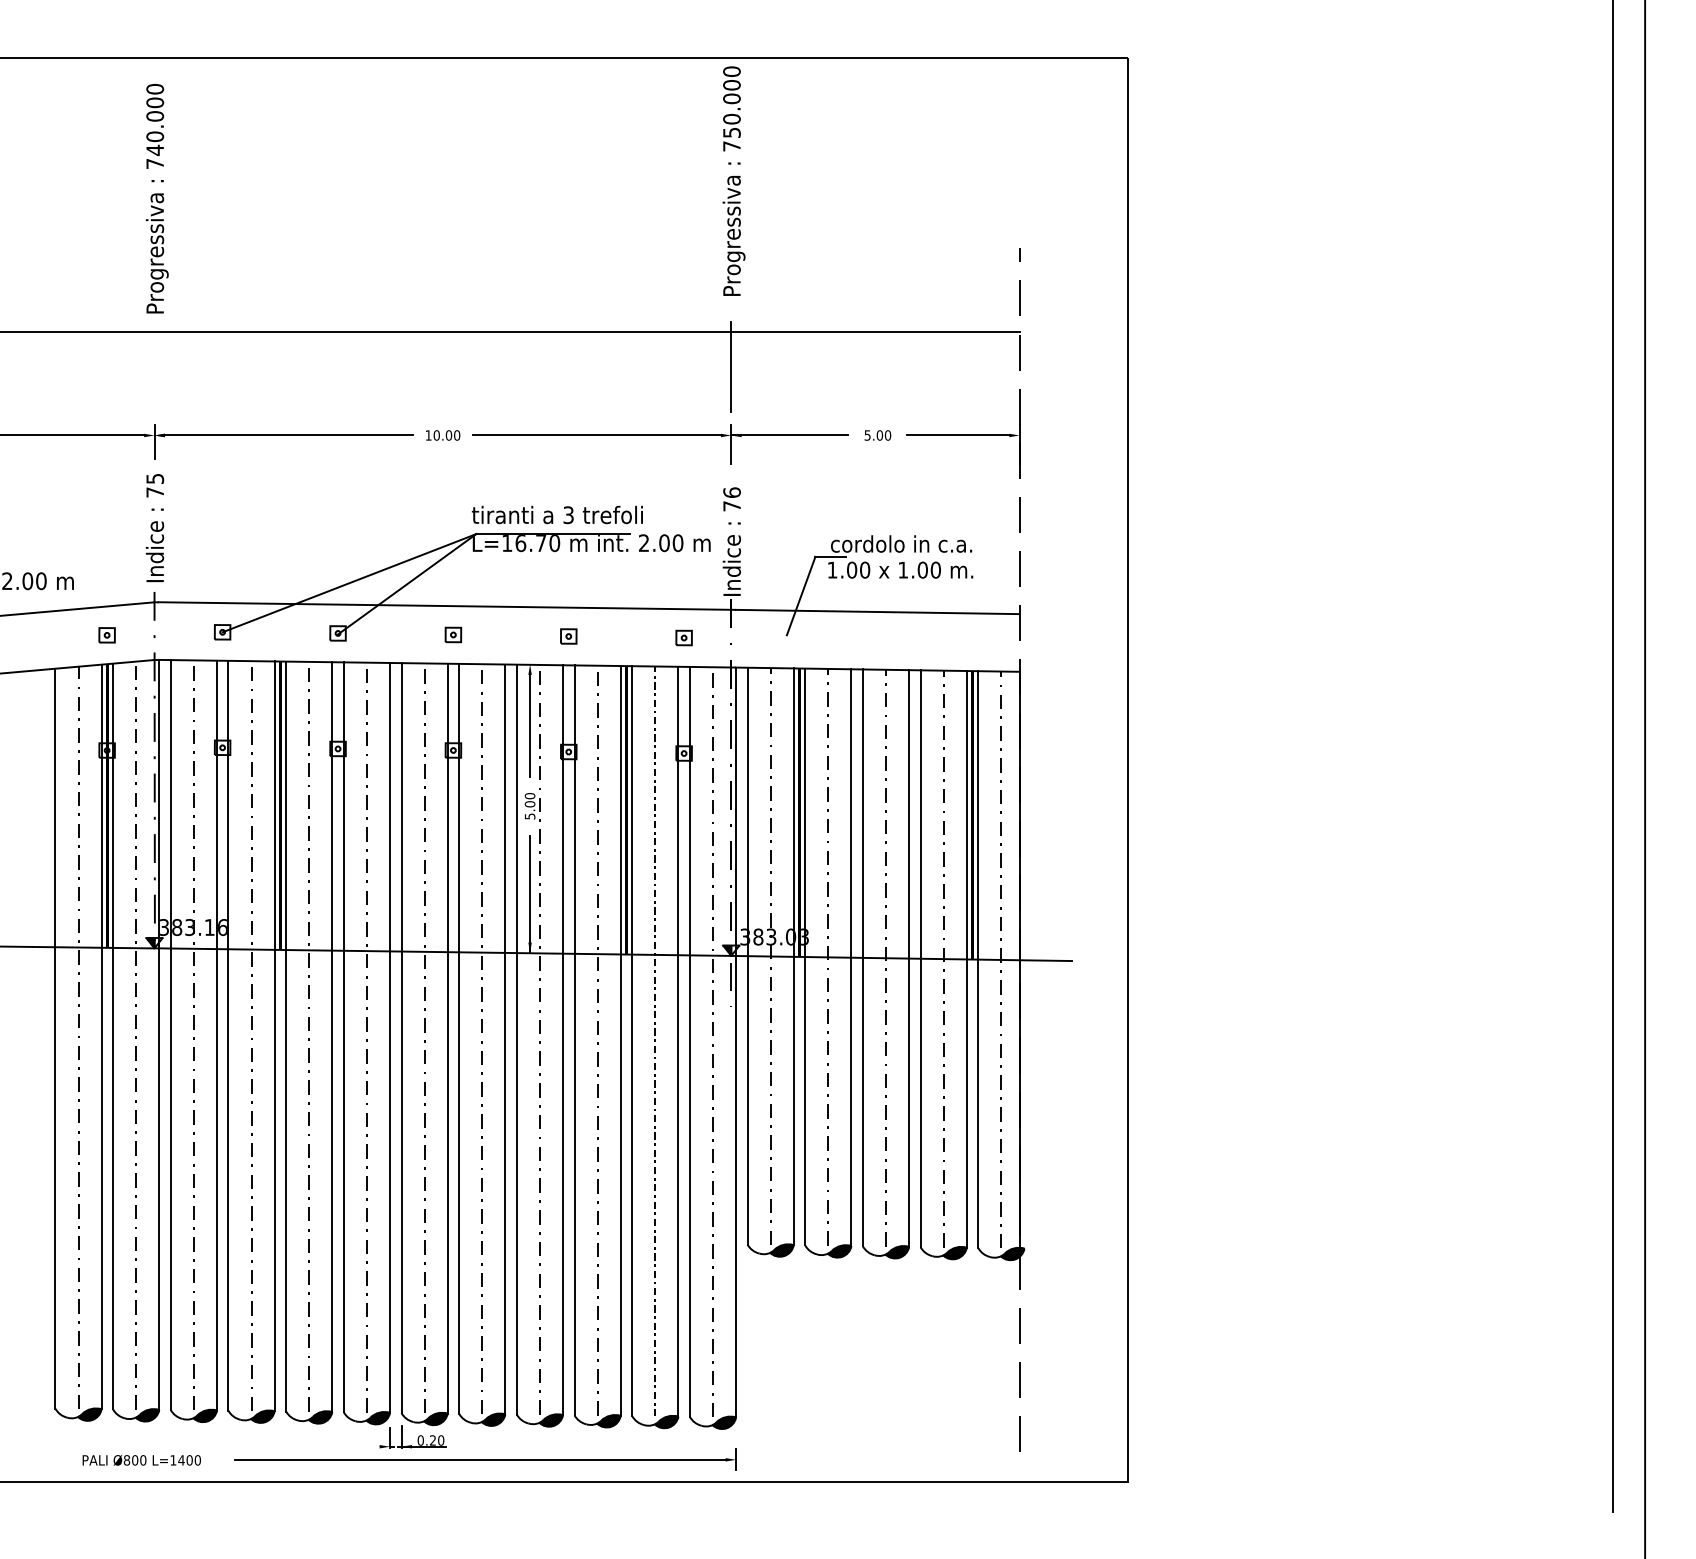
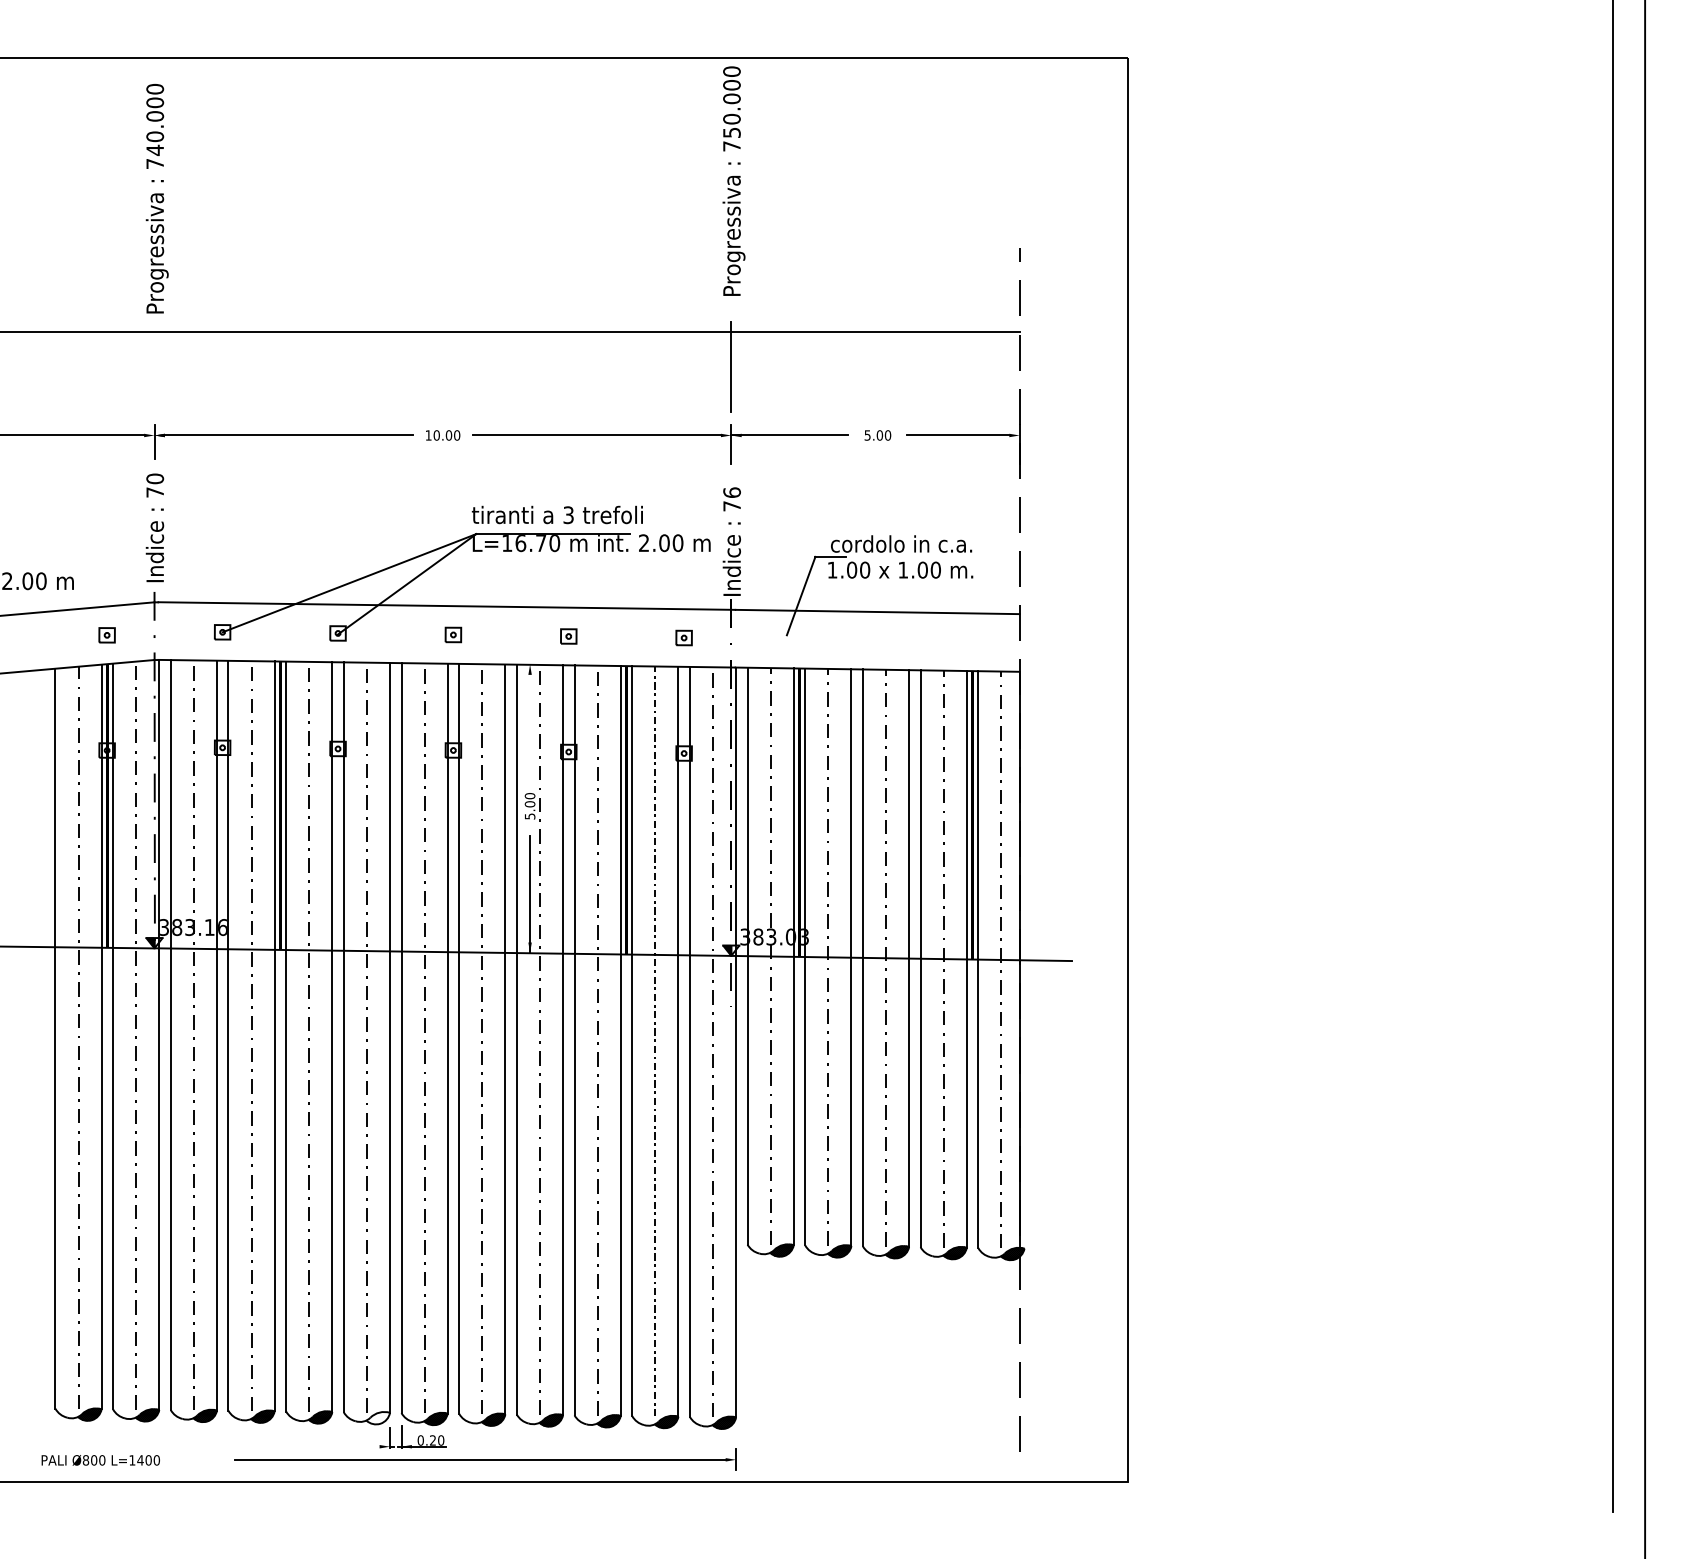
text at (155, 478): 75 -> 70
line at (530, 725): present -> none
hatch at (378, 1418): present -> none
text at (141, 1460) position: (141, 1460) -> (100, 1460)
